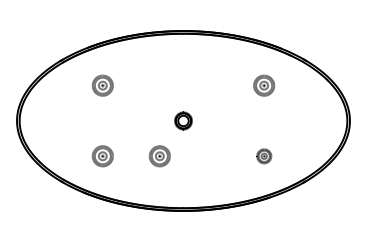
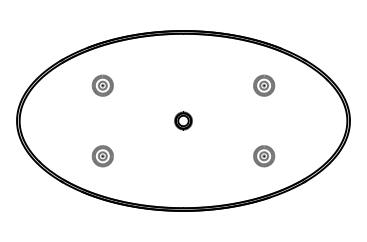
part at (159, 156): present -> none
part at (264, 156) size: 17x17 px -> 23x23 px
